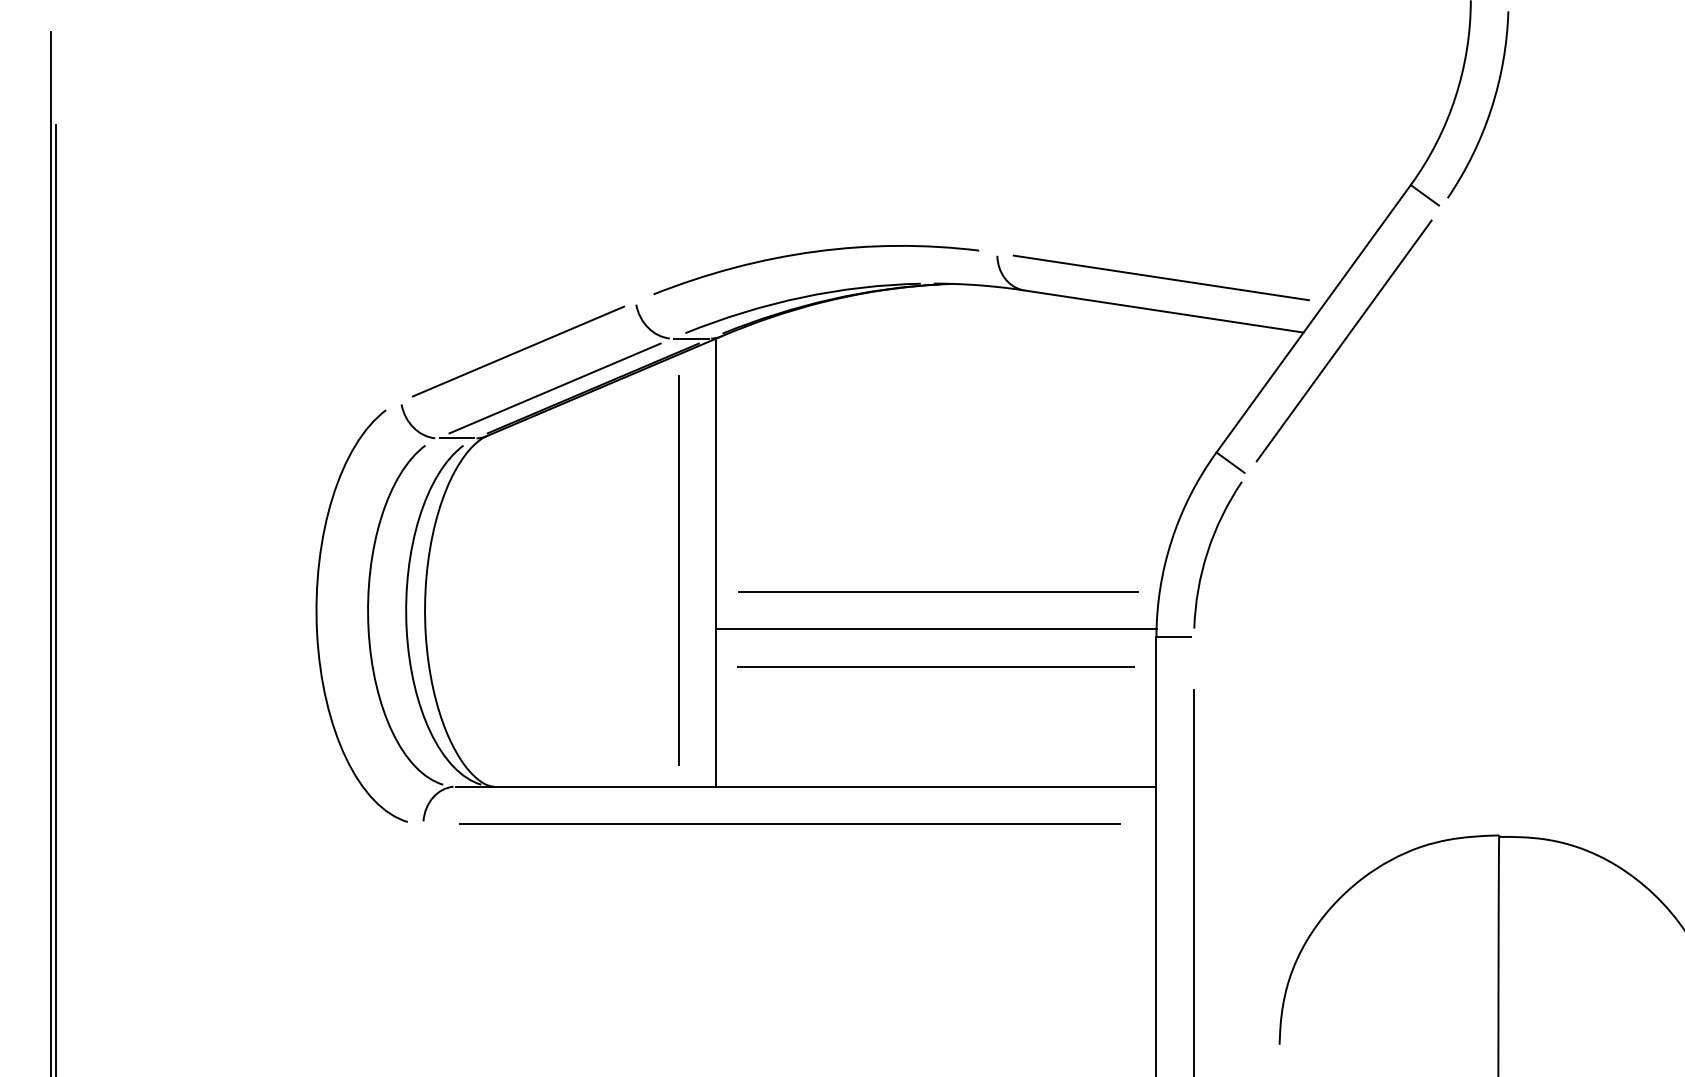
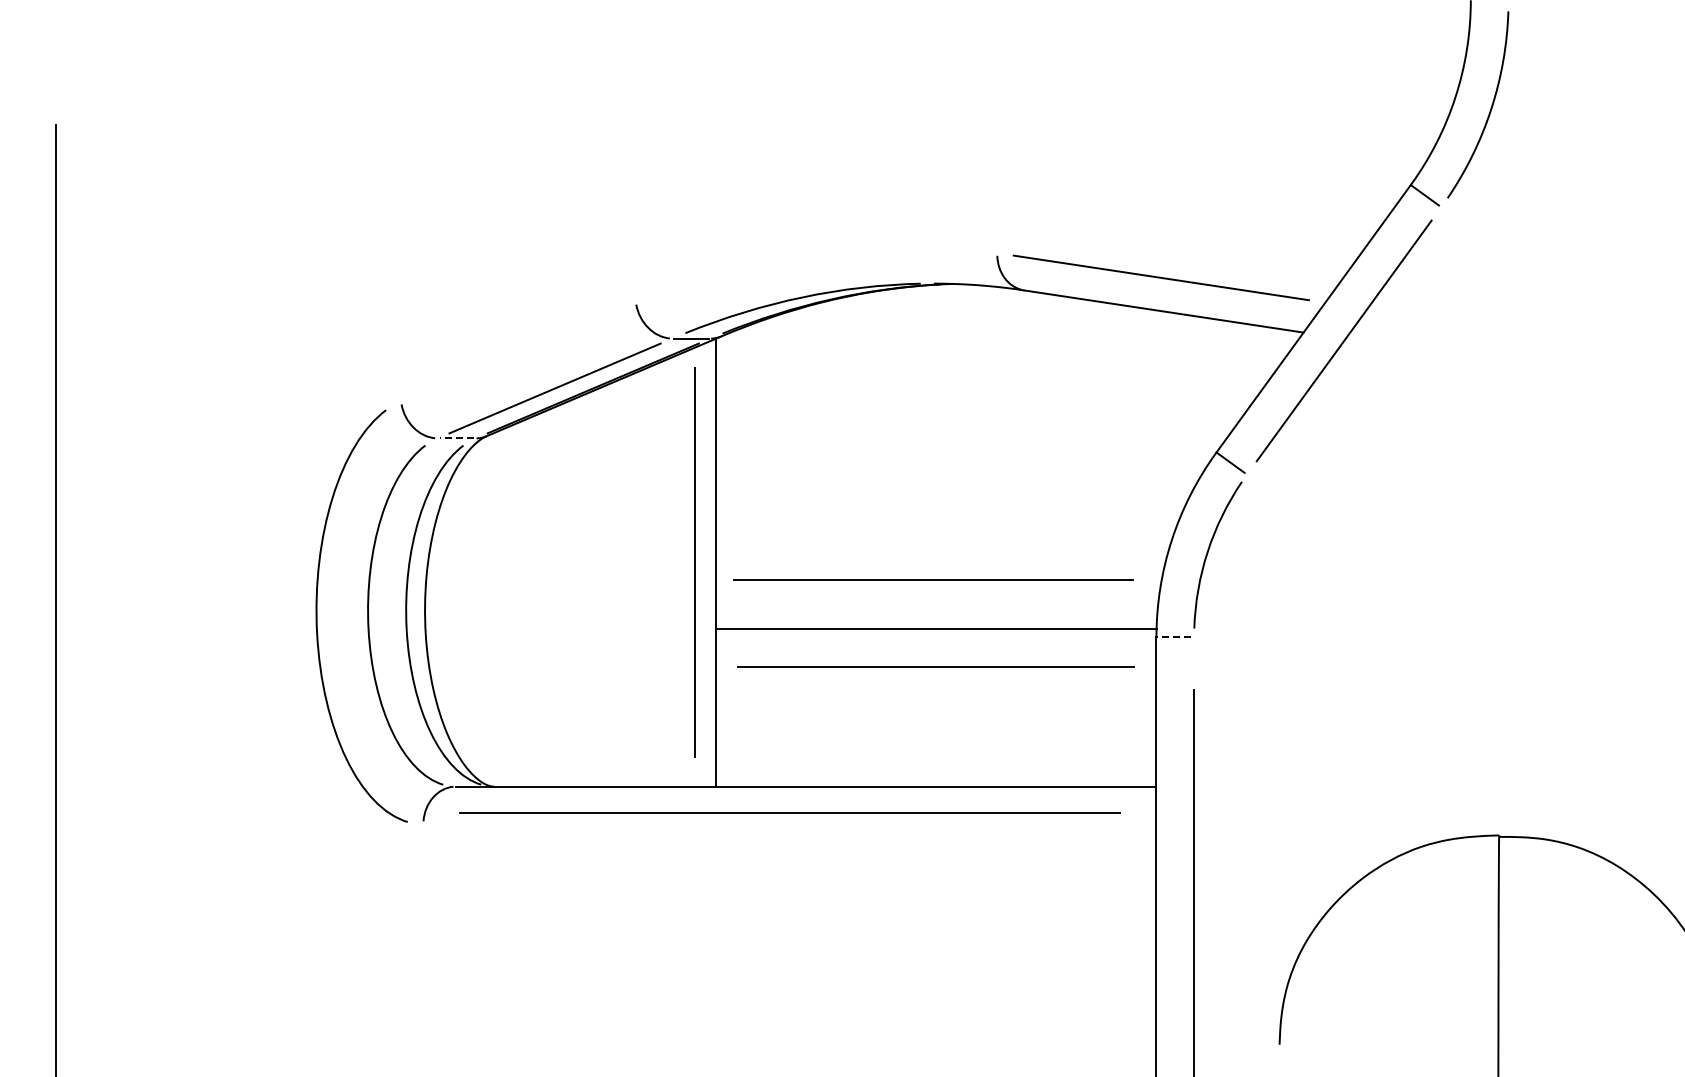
curve at (811, 253): present -> none
line at (518, 351): present -> none
line at (456, 438): solid -> dashed
line at (50, 552): present -> none
line at (678, 570) position: (678, 570) -> (694, 562)
line at (938, 591) position: (938, 591) -> (933, 579)
line at (1173, 637): solid -> dashed
line at (789, 823) position: (789, 823) -> (789, 812)
